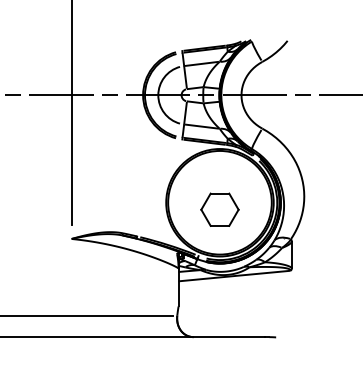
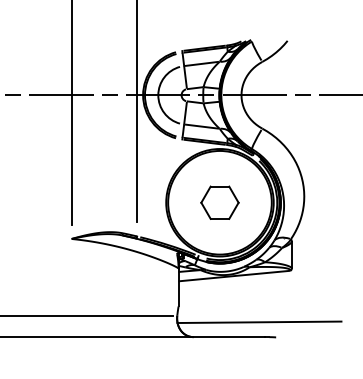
line at (137, 112): none -> present
part at (219, 209) position: (219, 209) -> (219, 202)
line at (259, 322): none -> present
